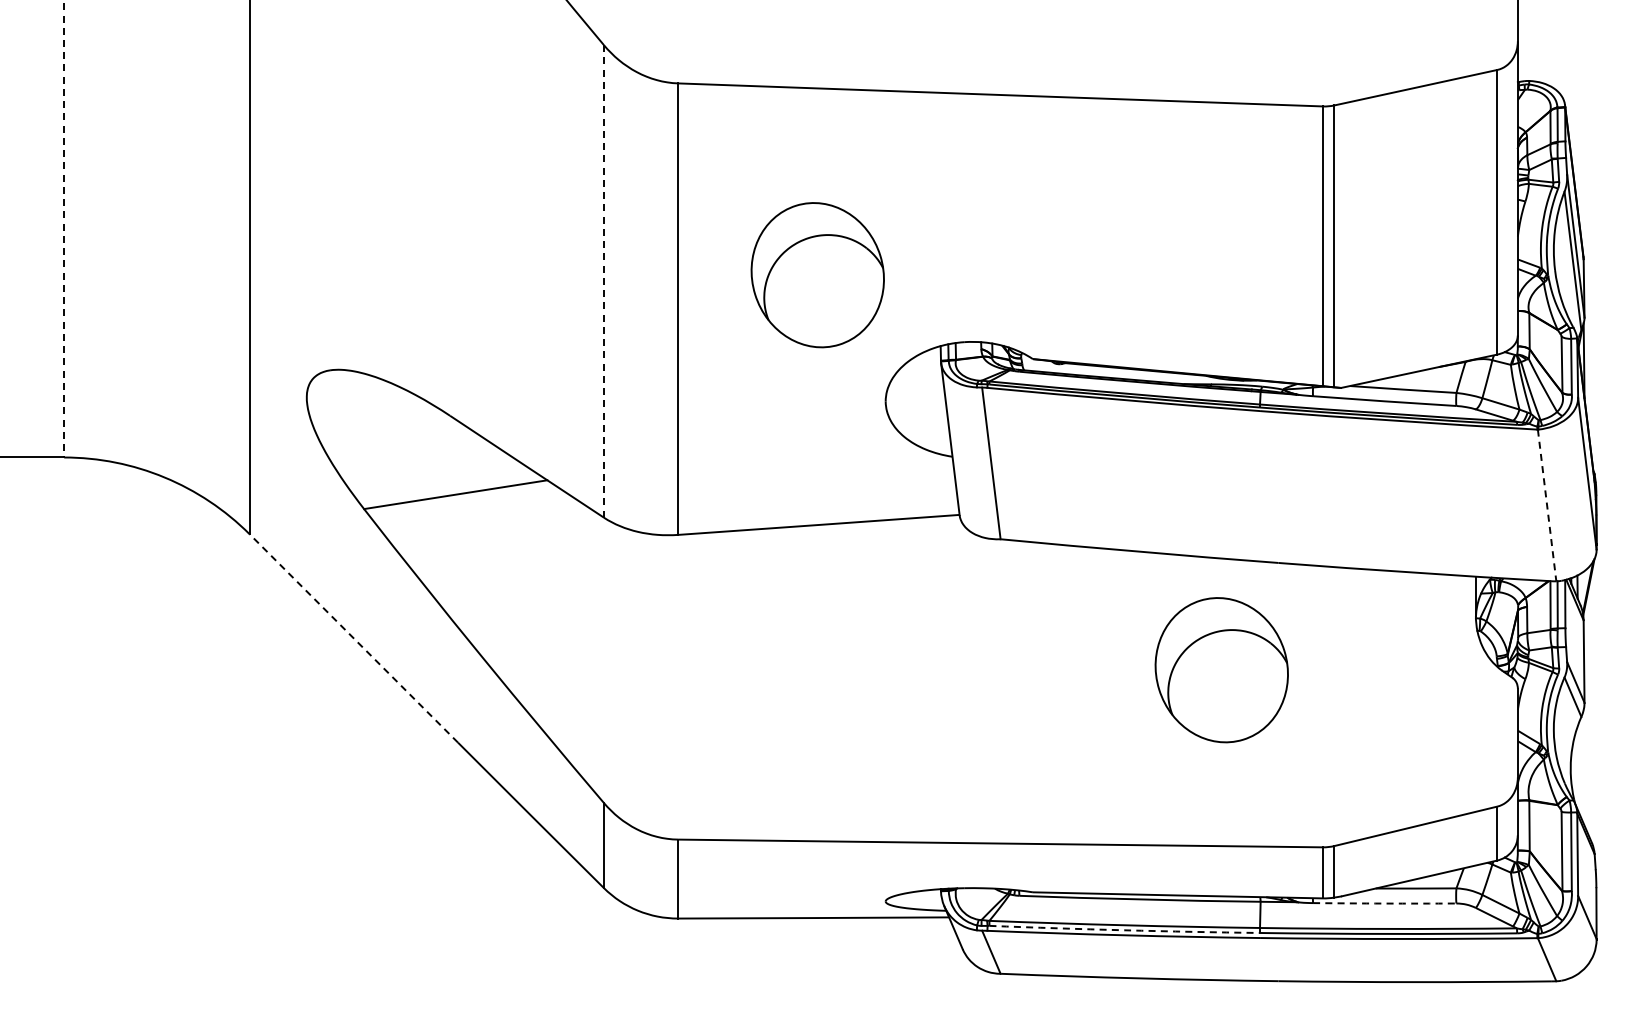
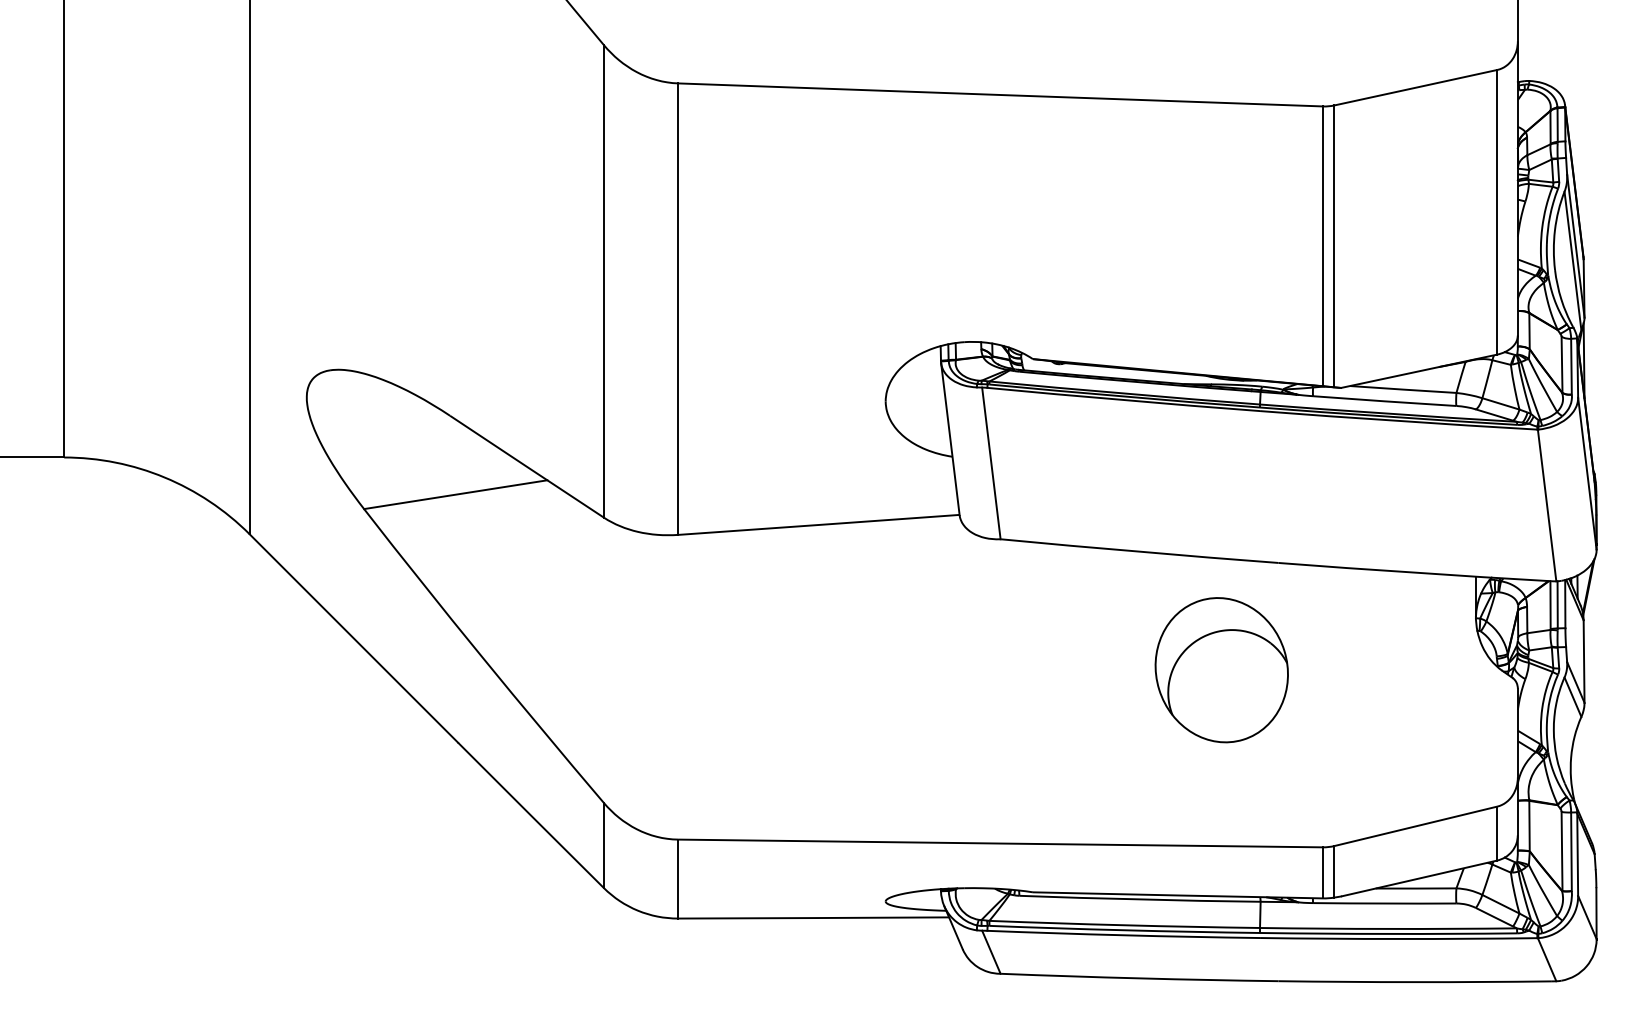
line at (64, 229): dashed -> solid
part at (817, 275): present -> none
line at (603, 281): dashed -> solid
line at (1547, 505): dashed -> solid
line at (353, 638): dashed -> solid
arc at (1384, 903): dashed -> solid
arc at (1124, 930): dashed -> solid
